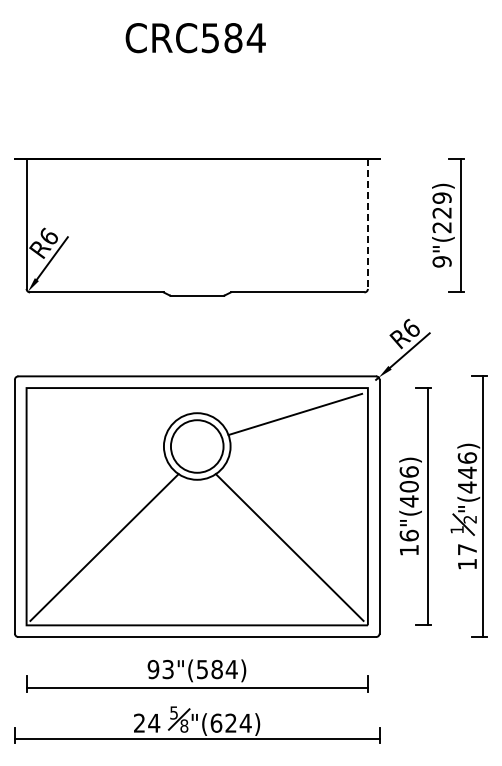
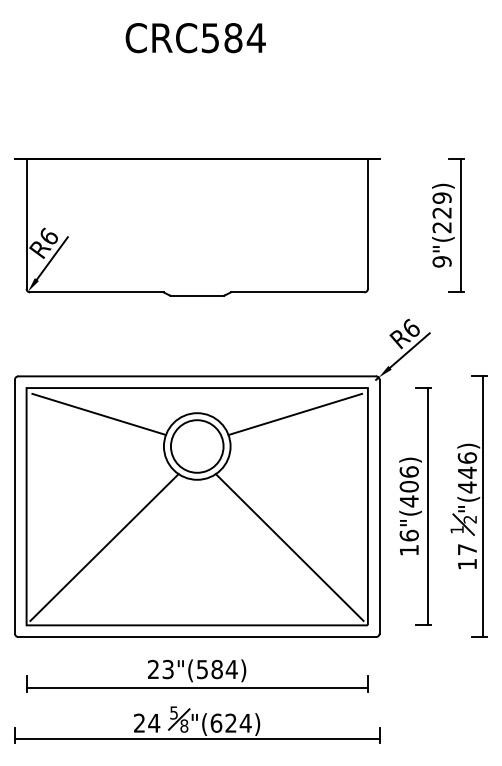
line at (367, 224): dashed -> solid
line at (99, 413): none -> present
text at (153, 669): 93"(584) -> 23"(584)
